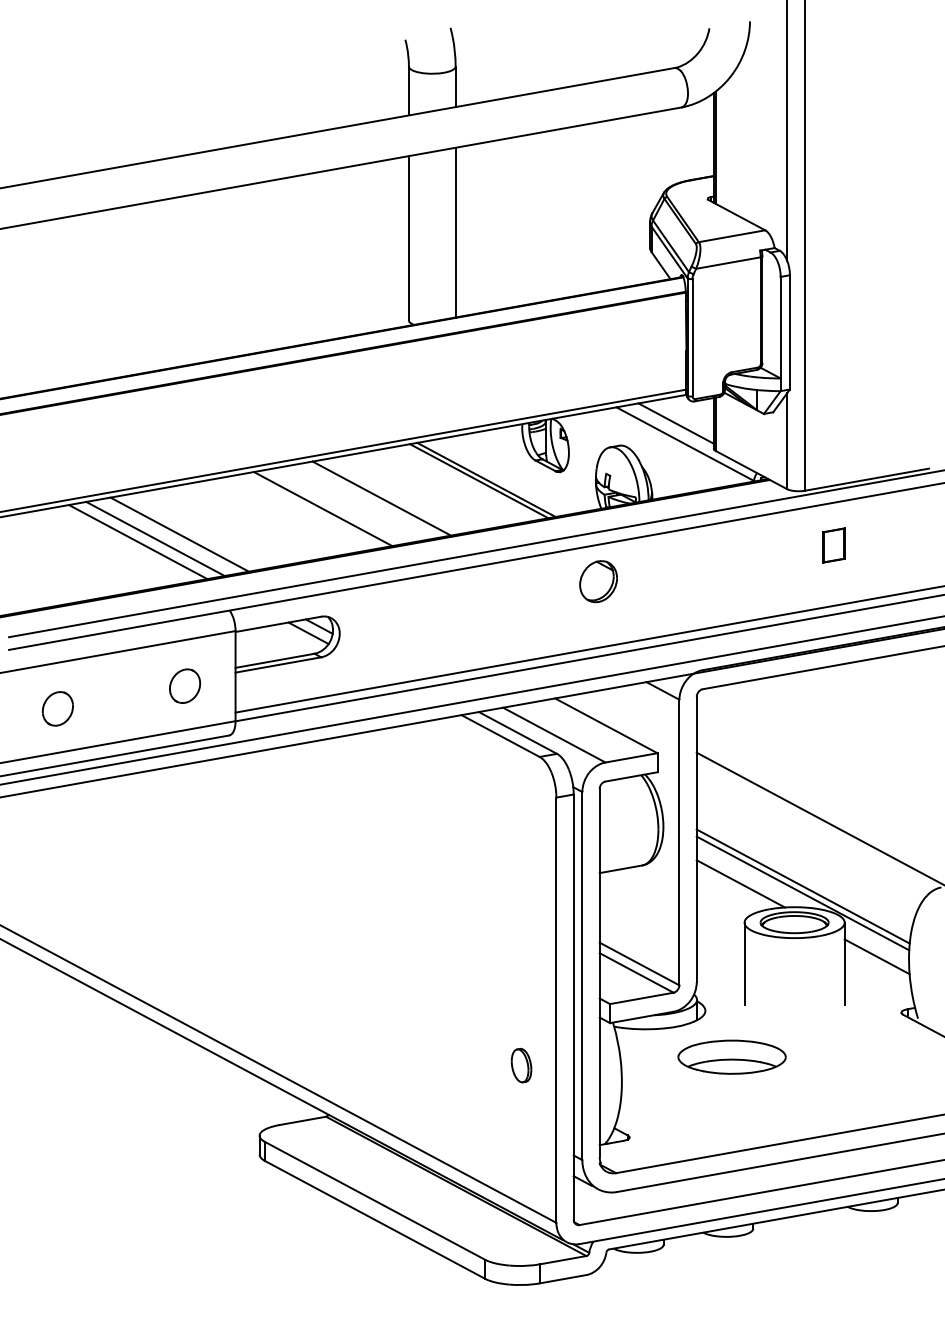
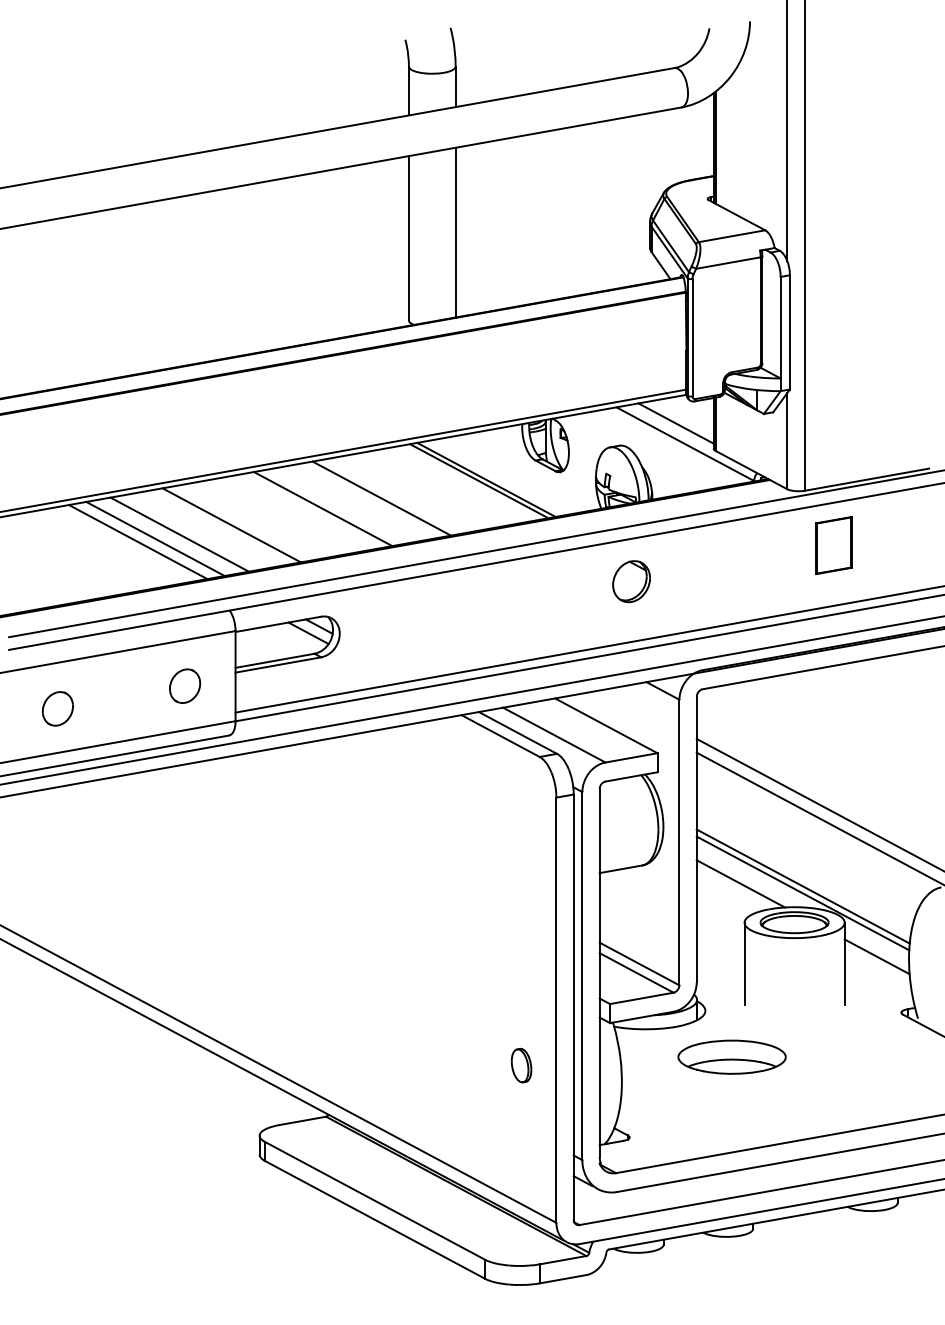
line at (231, 525): none -> present
part at (833, 545) size: 24x37 px -> 38x59 px
part at (598, 581) position: (598, 581) -> (631, 581)
line at (818, 803): none -> present
